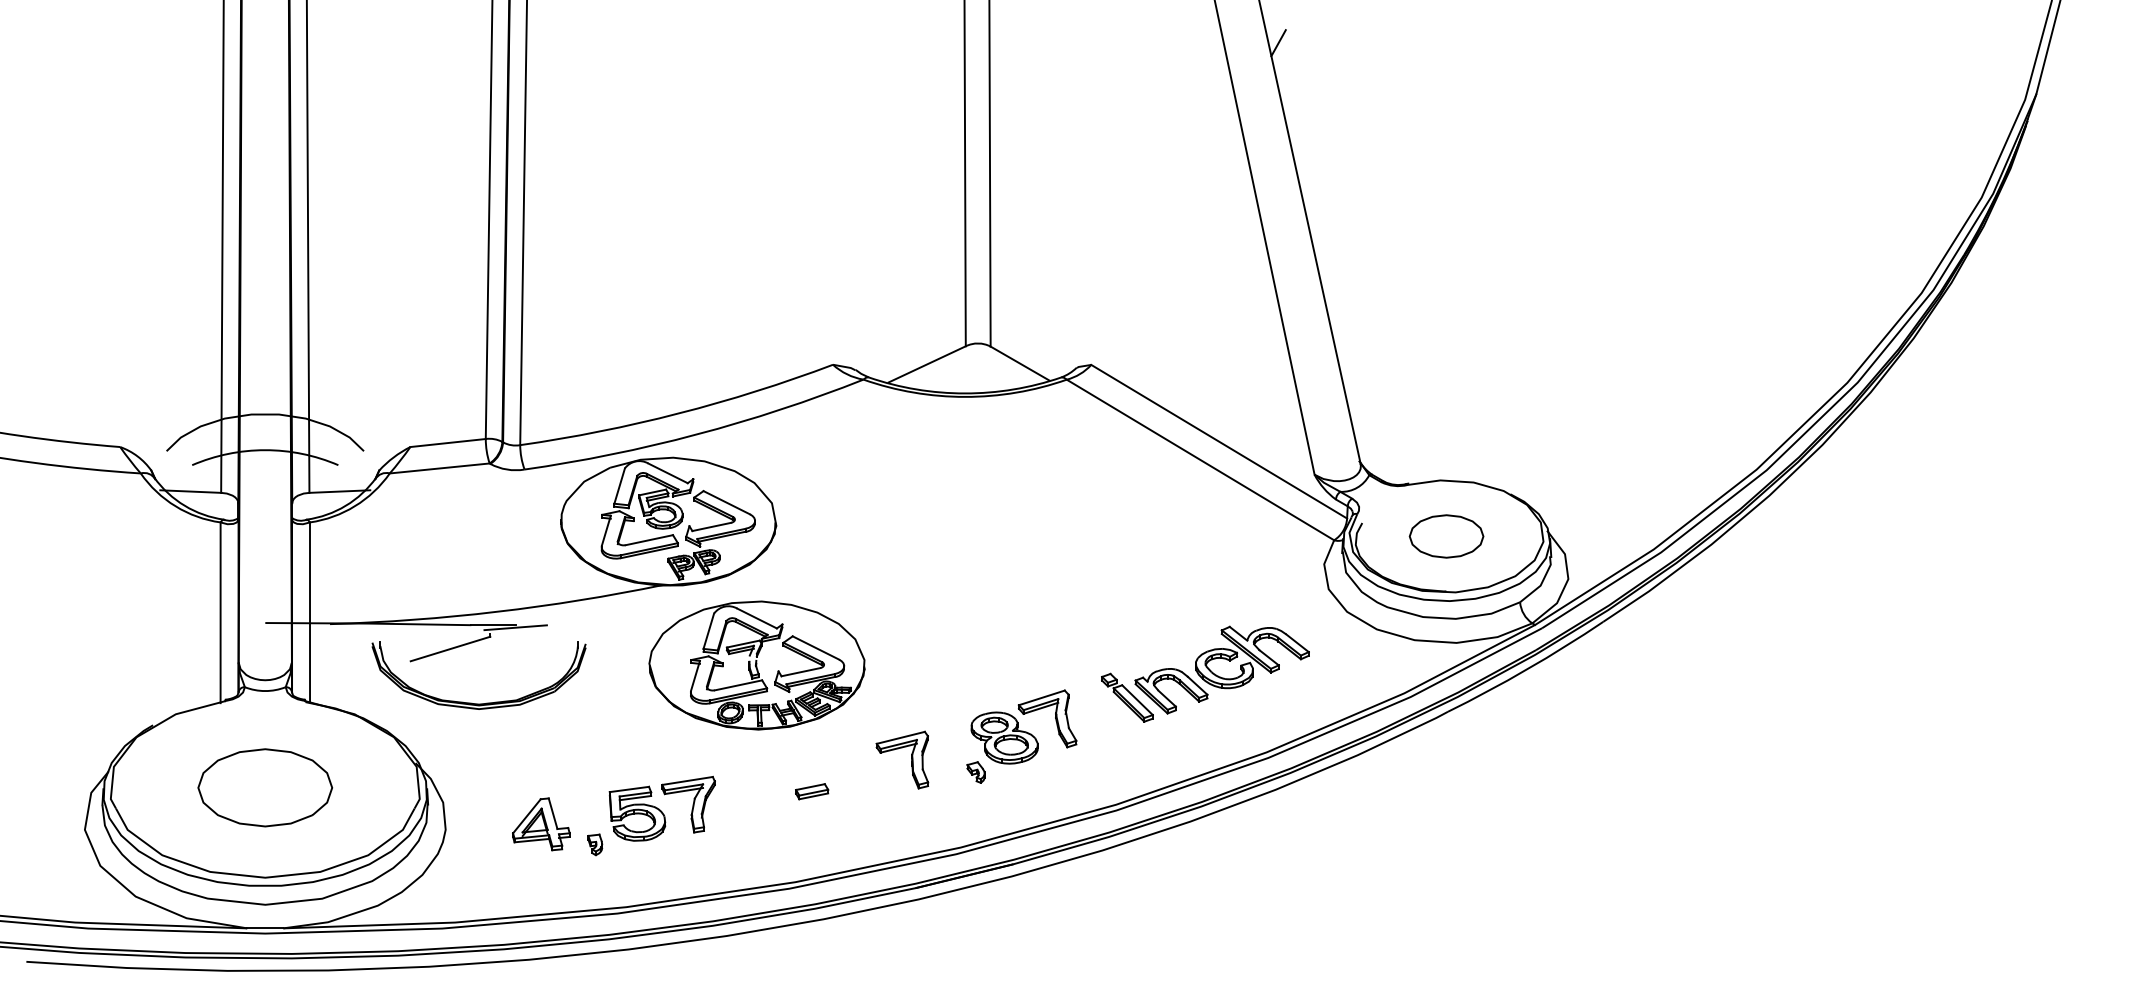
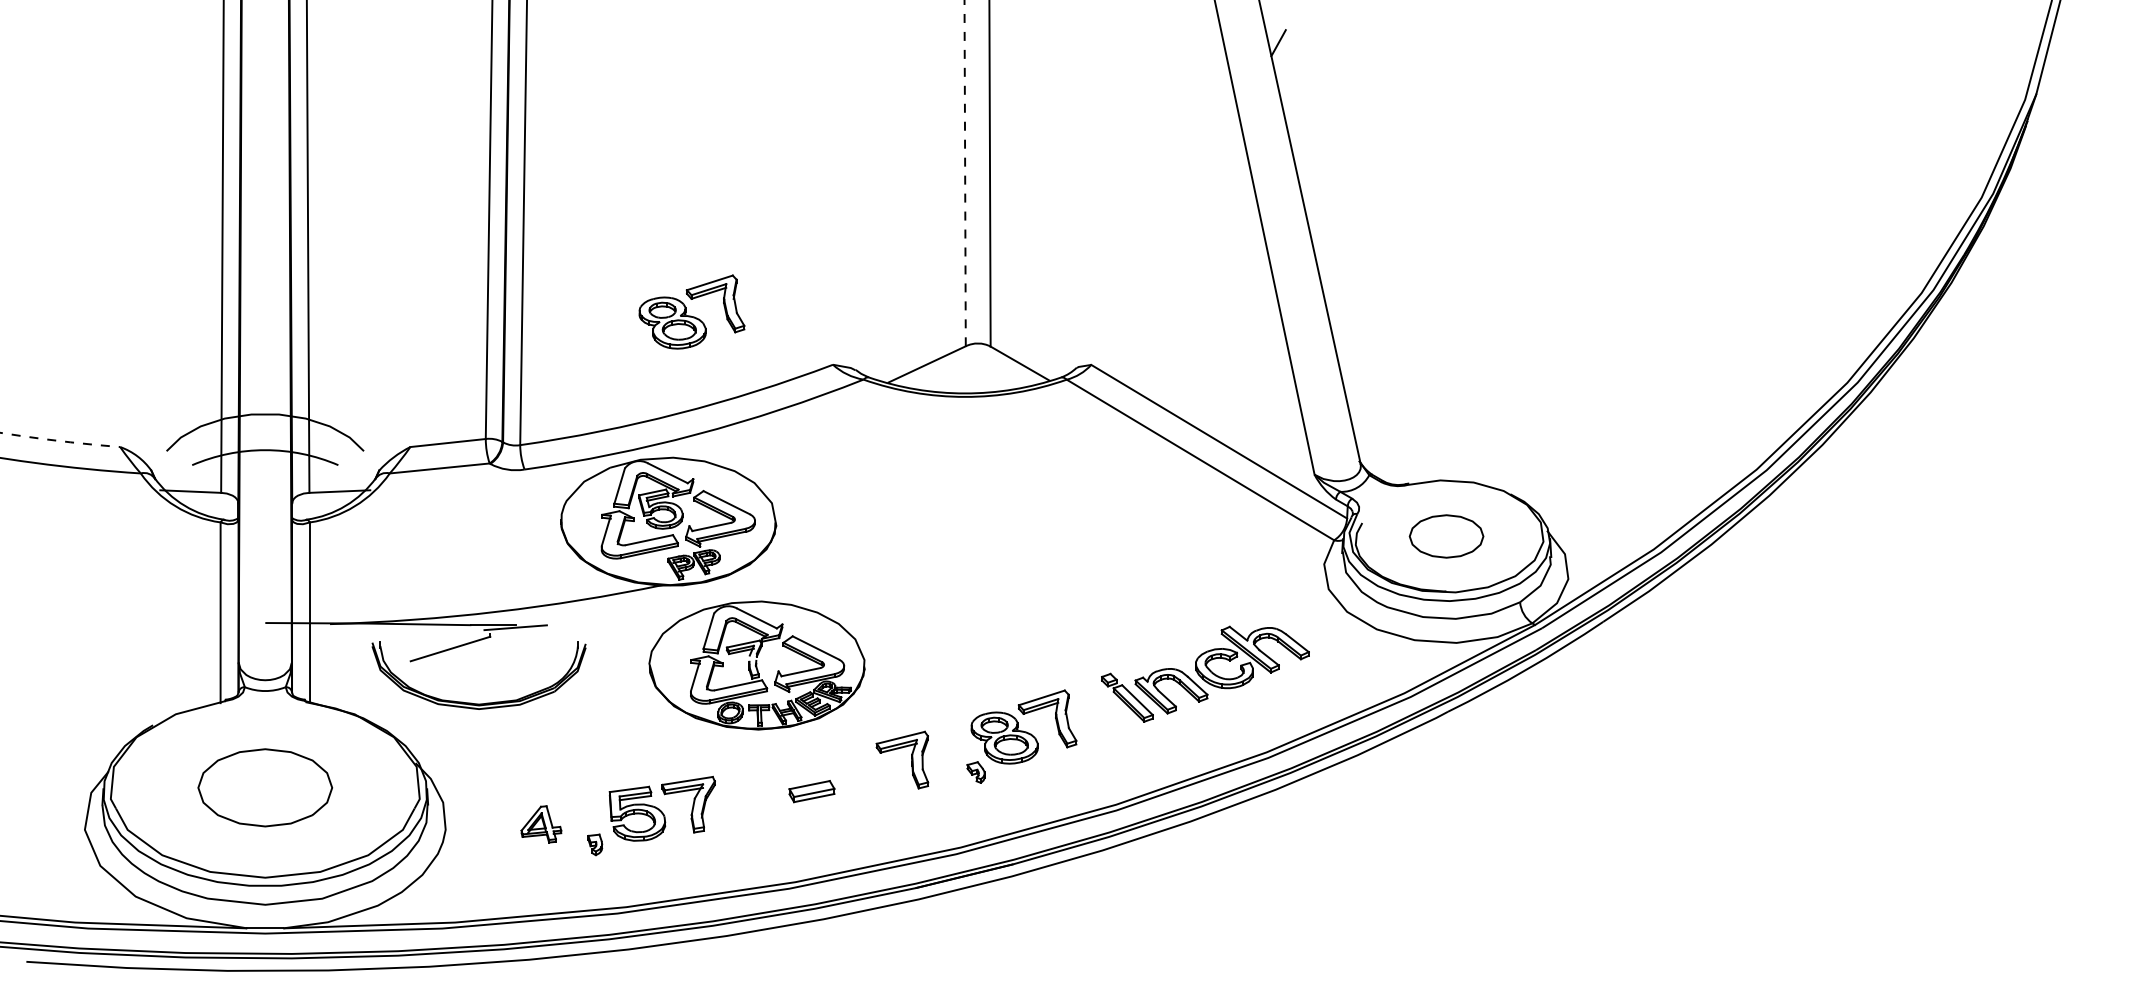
line at (965, 173): solid -> dashed
part at (691, 311): none -> present
arc at (59, 441): solid -> dashed
part at (812, 791) size: 35x18 px -> 48x24 px
part at (541, 824) size: 59x55 px -> 43x39 px
